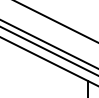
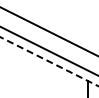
line at (56, 21) position: (56, 21) -> (48, 31)
line at (48, 43): present -> none
line at (49, 61): solid -> dashed
